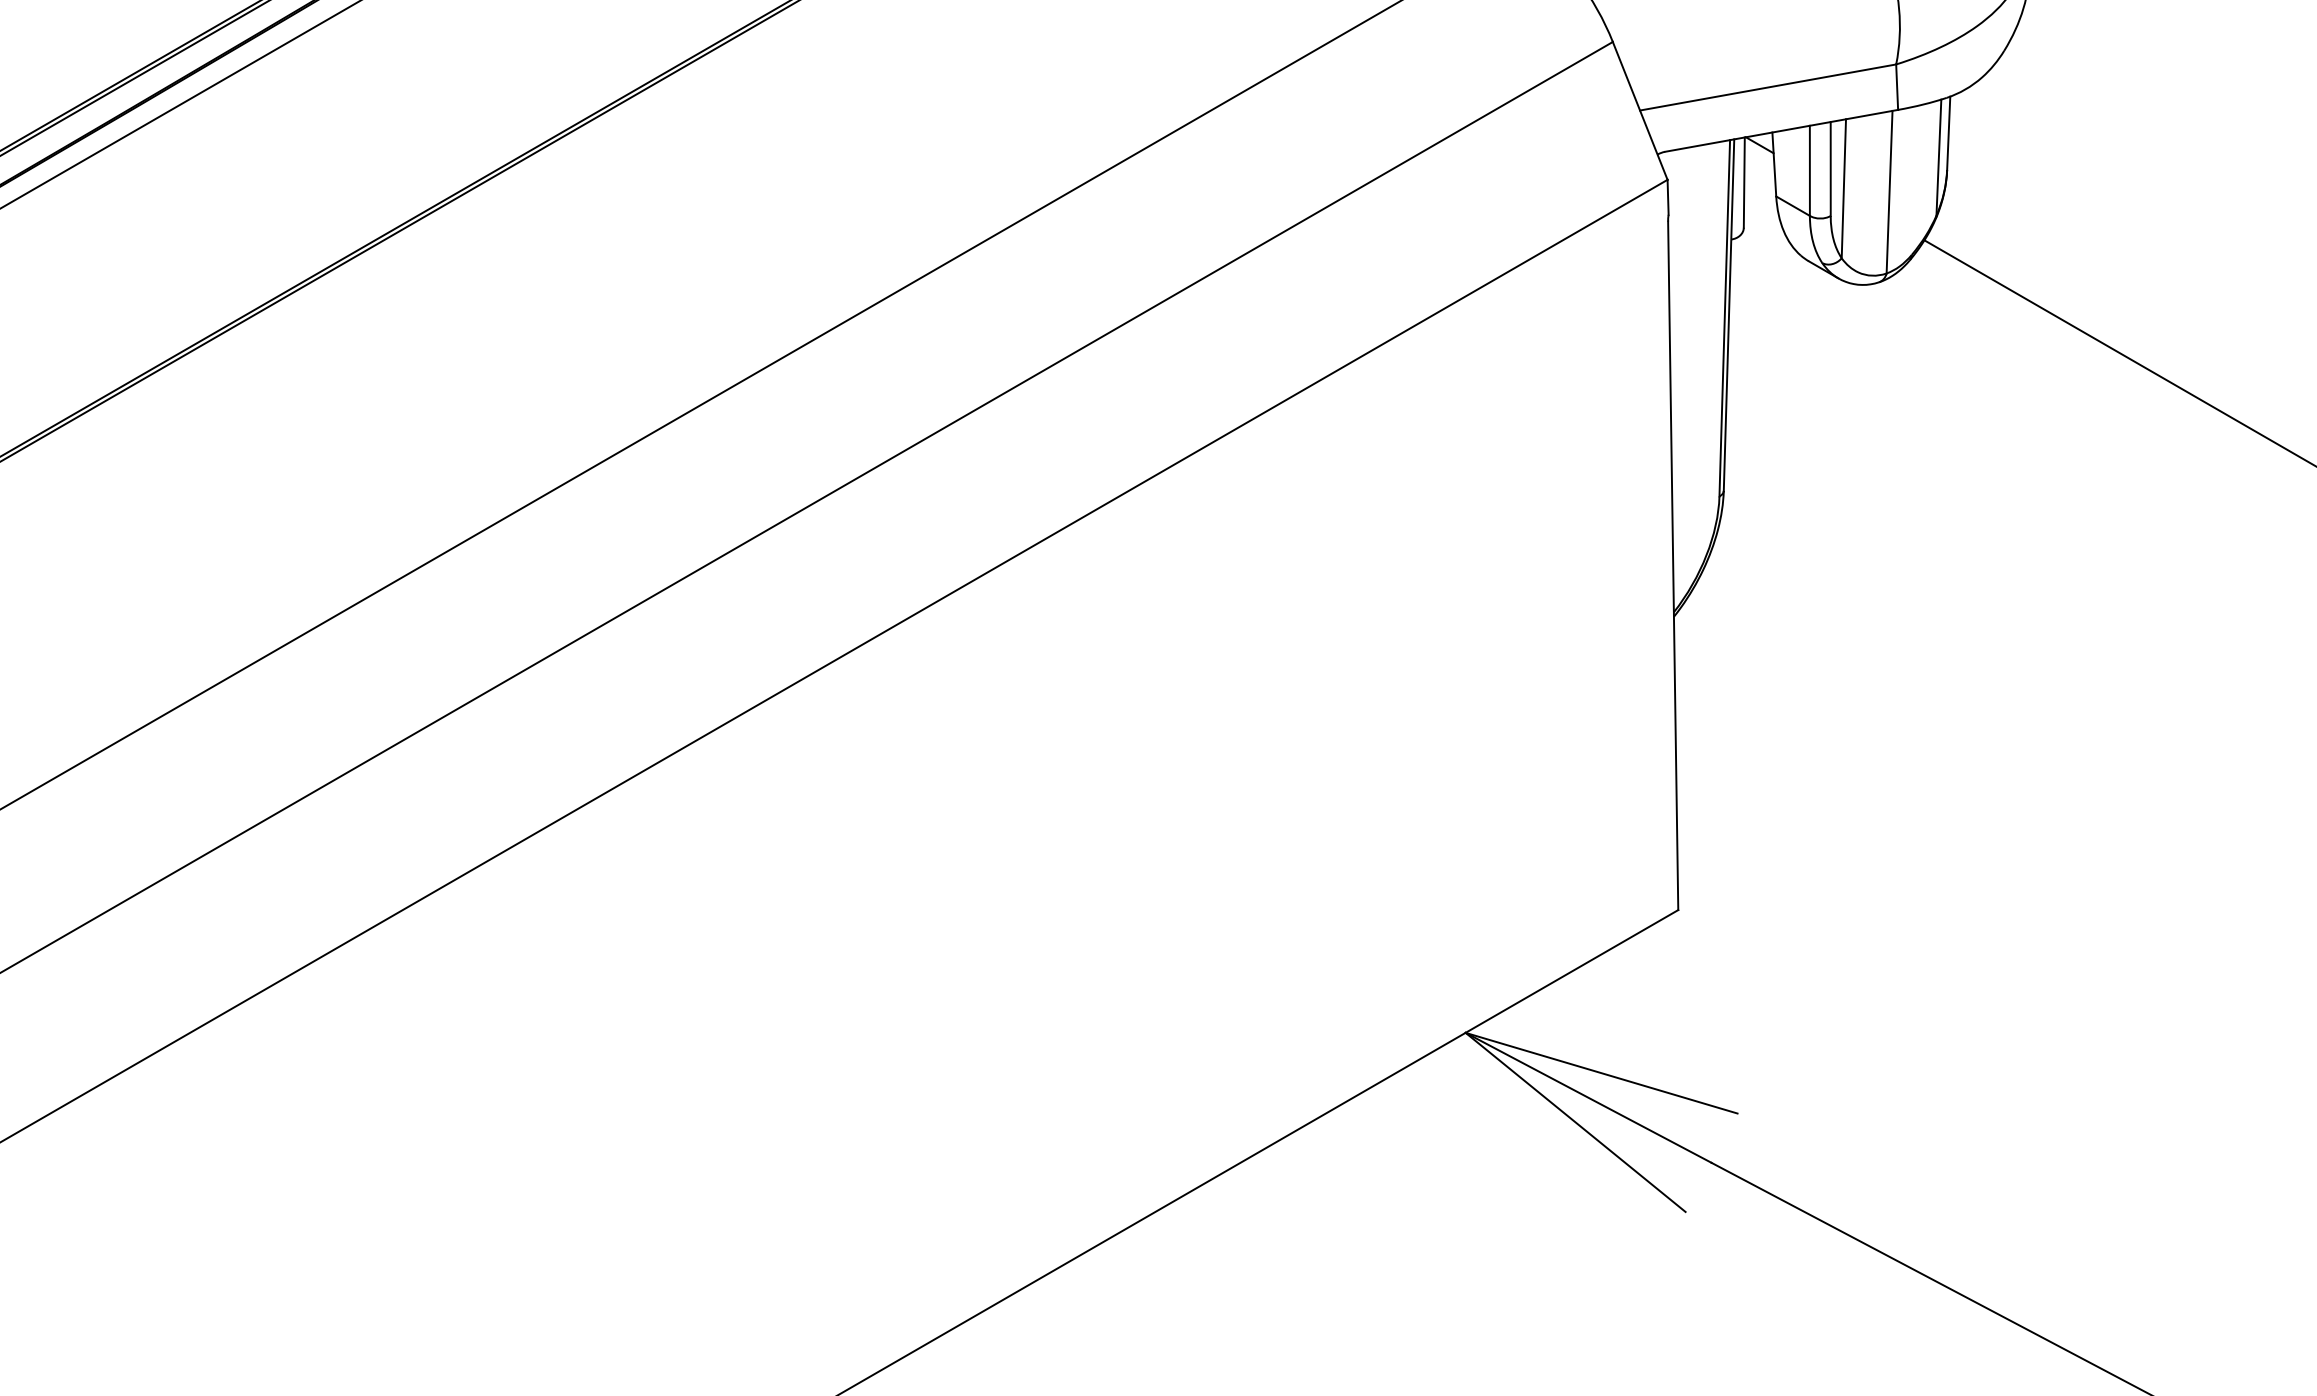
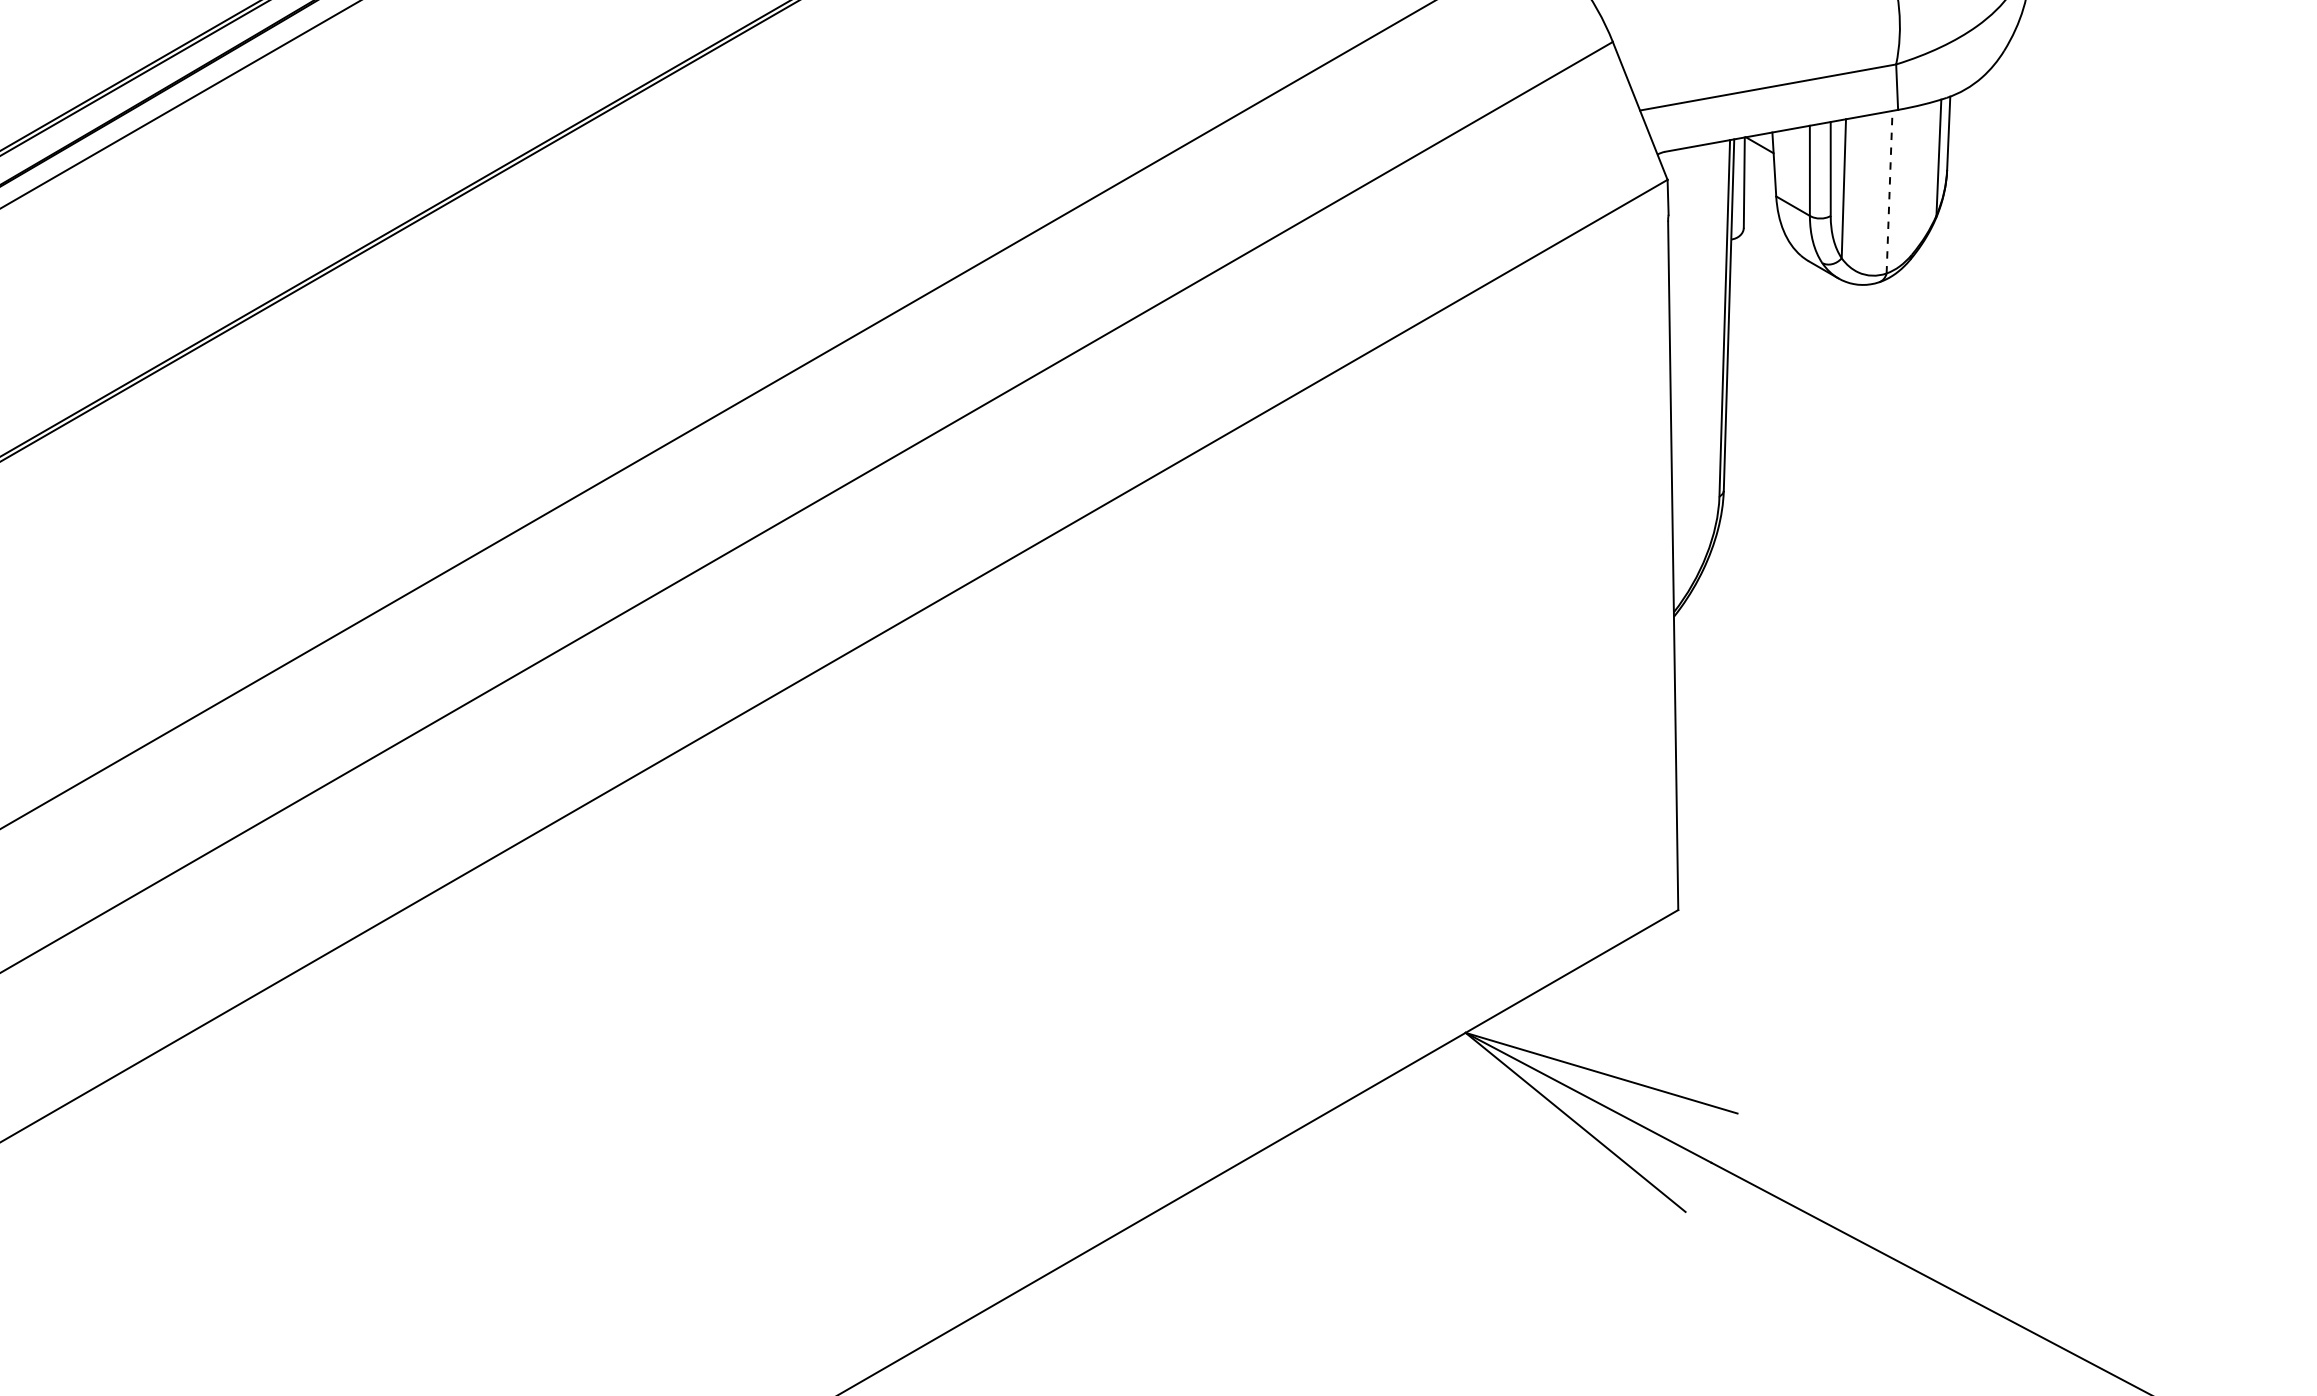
line at (1889, 191): solid -> dashed
line at (2118, 352): present -> none
line at (700, 405) position: (700, 405) -> (717, 415)
